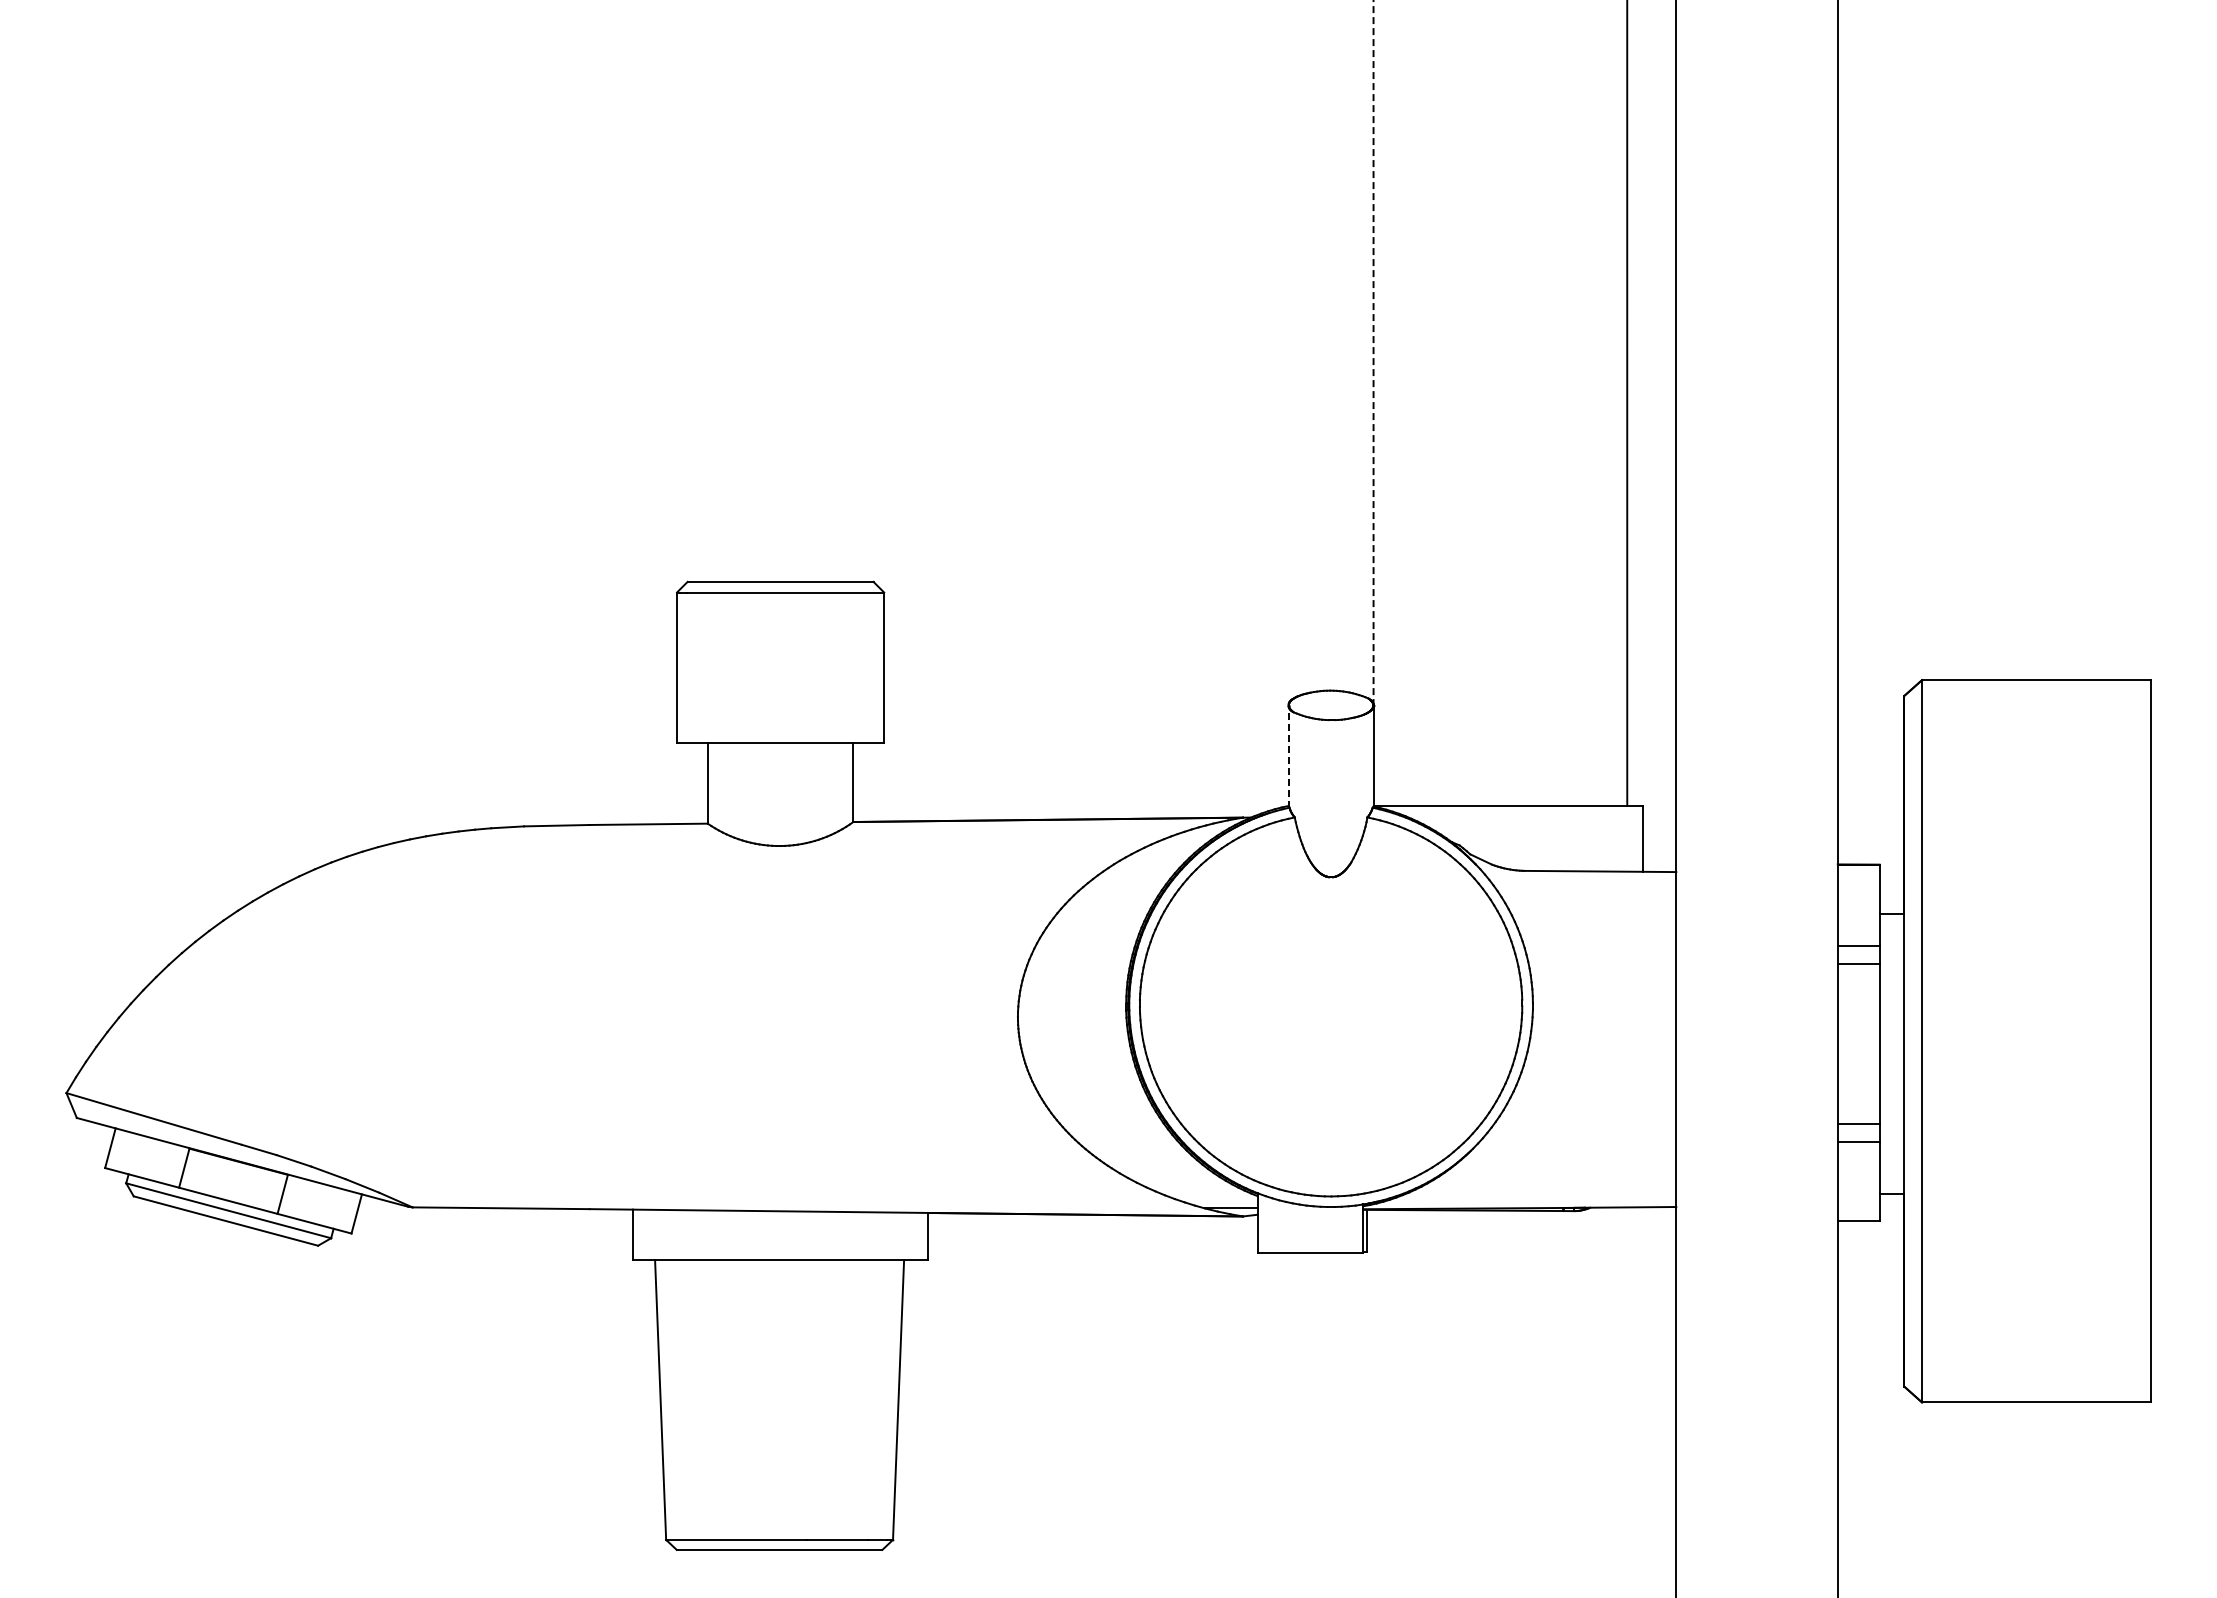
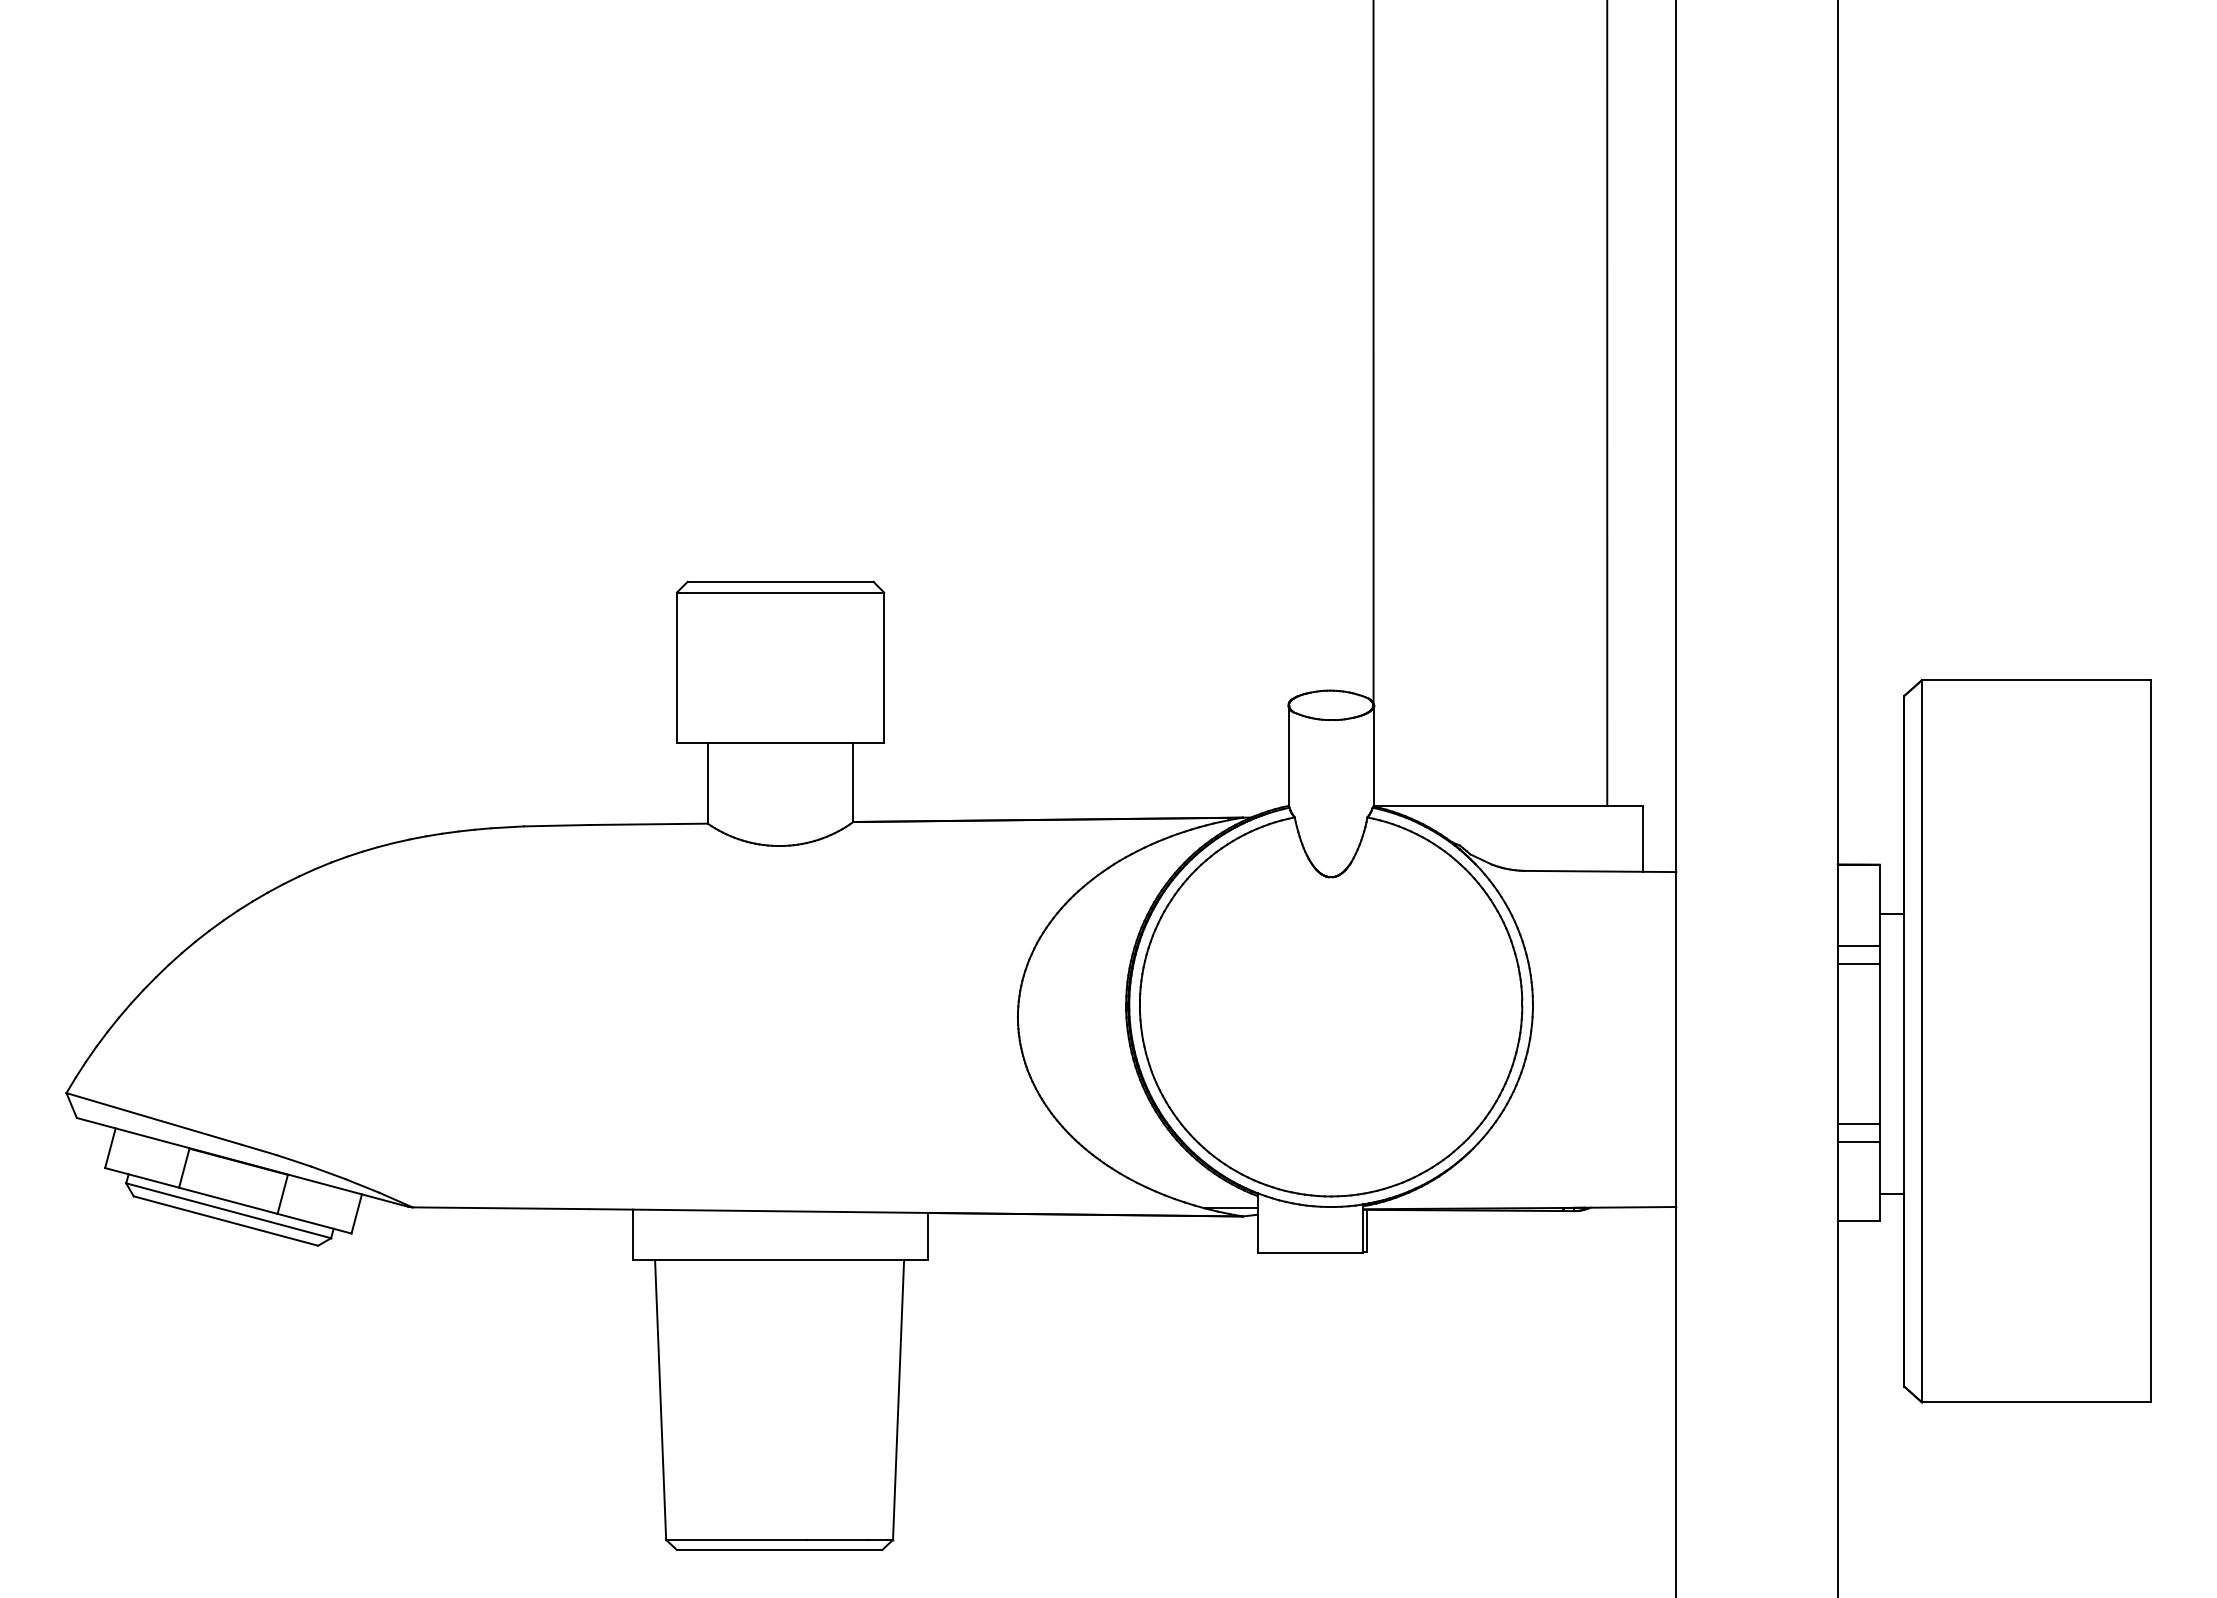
line at (1373, 352): dashed -> solid
line at (1627, 404) position: (1627, 404) -> (1607, 404)
line at (1288, 756): dashed -> solid
